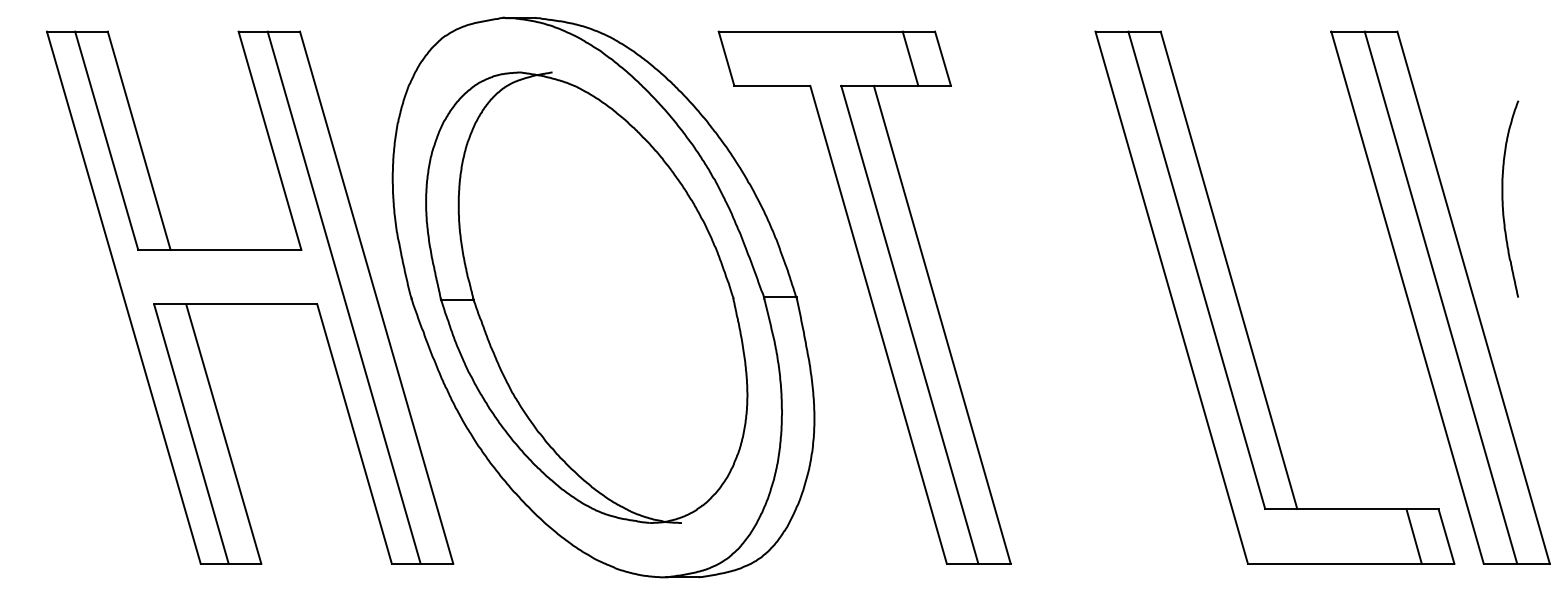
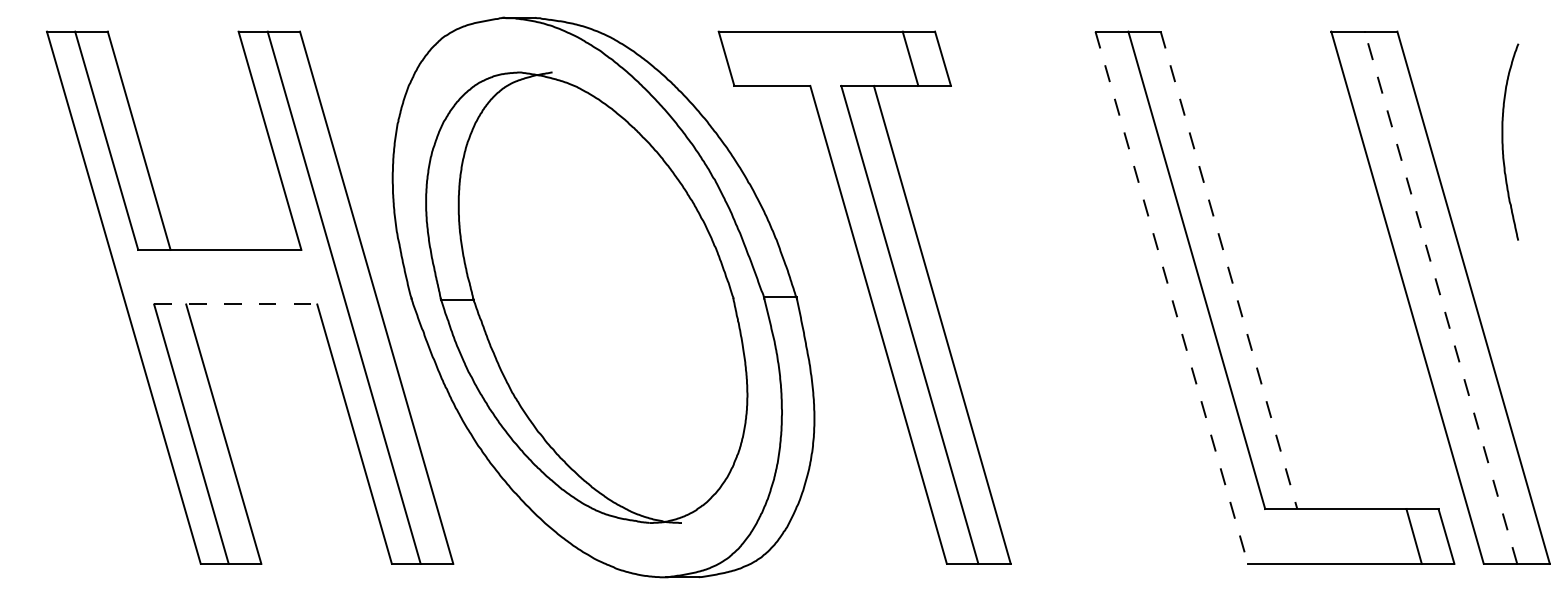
curve at (1503, 198) position: (1503, 198) -> (1503, 141)
line at (1229, 270): solid -> dashed
line at (1171, 297): solid -> dashed
line at (1441, 297): solid -> dashed
line at (235, 304): solid -> dashed
